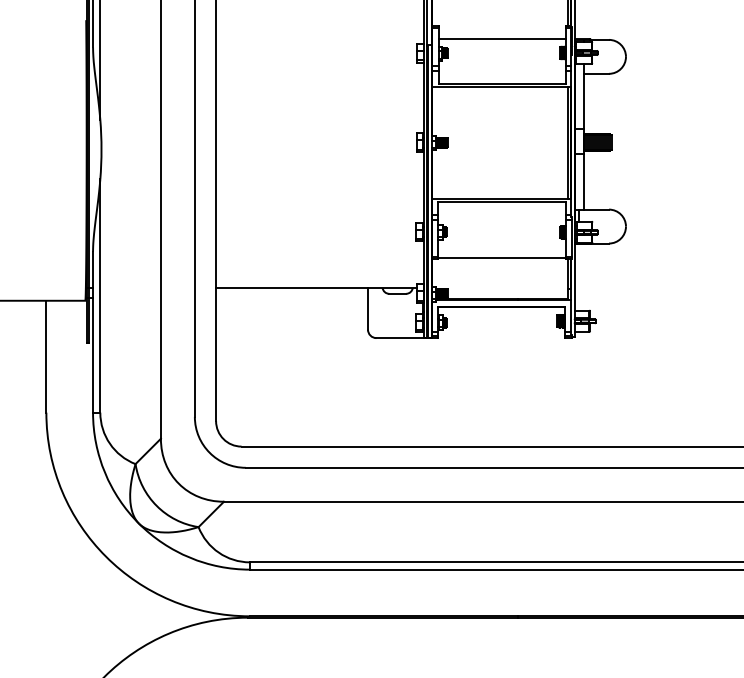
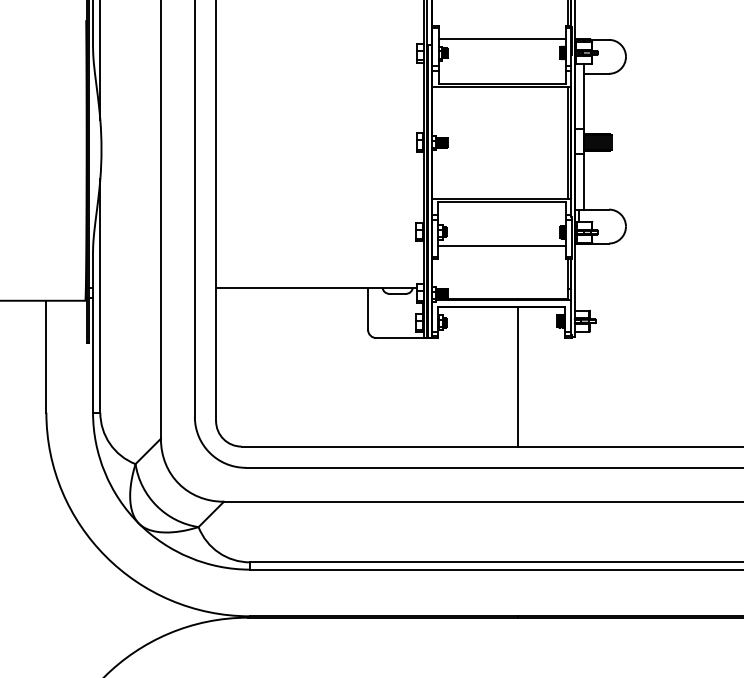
line at (501, 257) position: (501, 257) -> (501, 245)
line at (517, 376): none -> present
